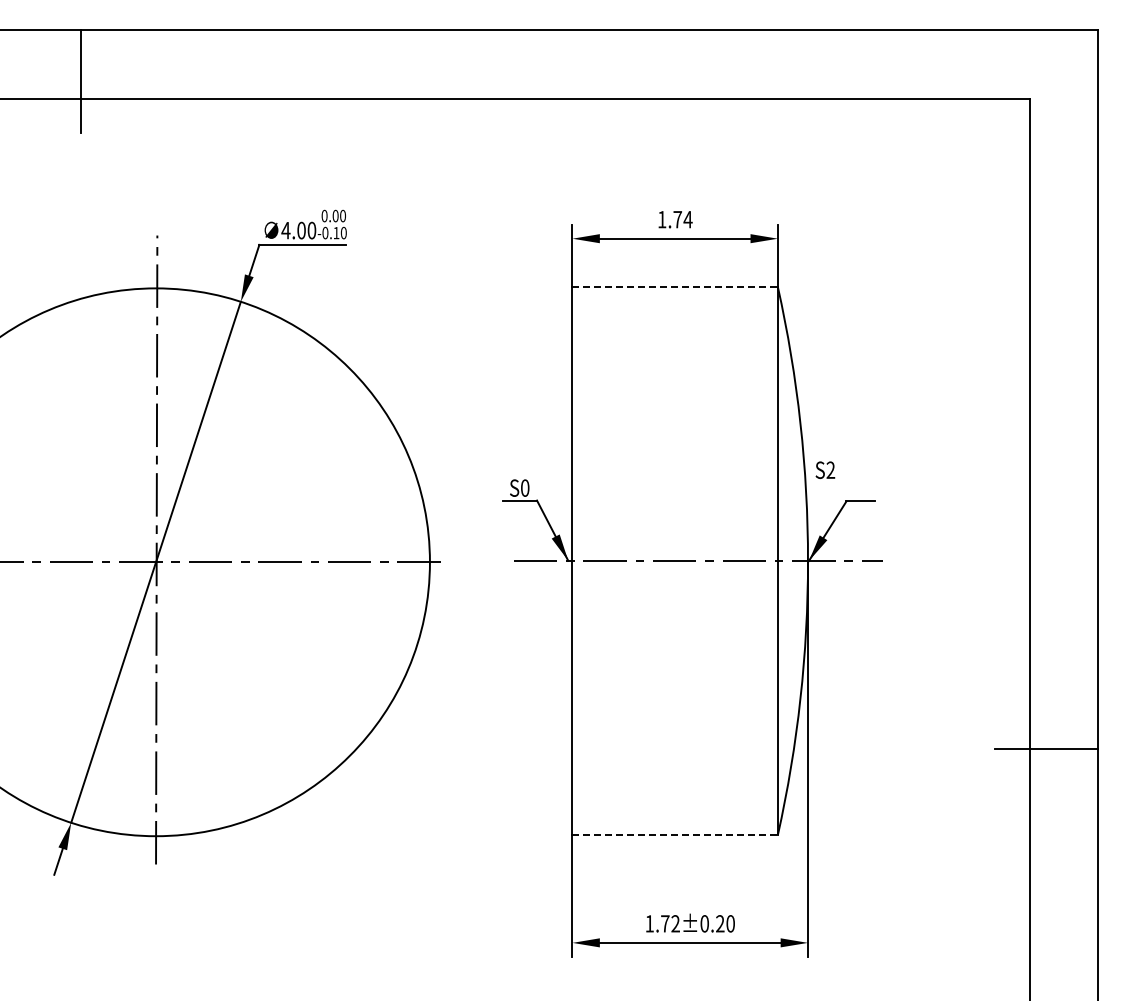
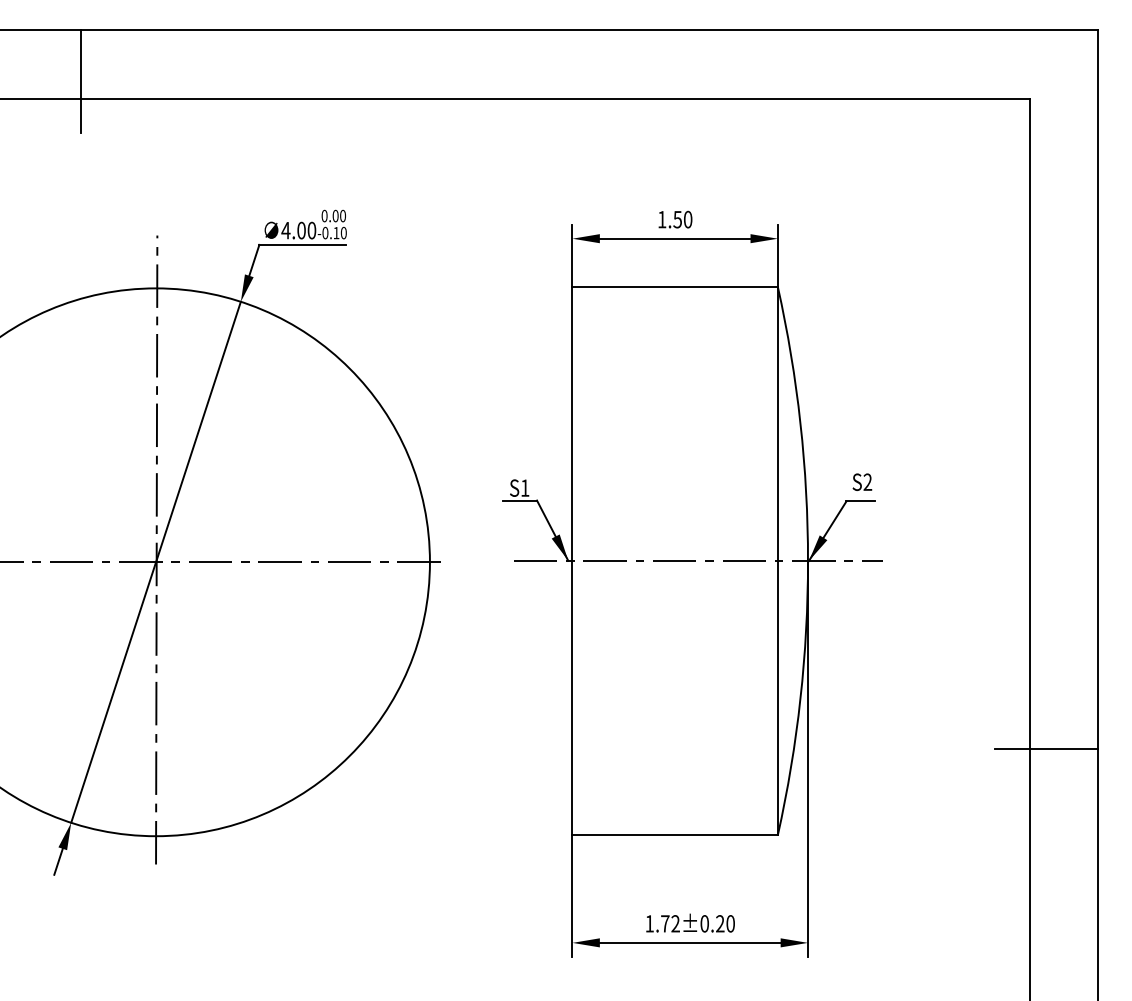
text at (682, 219): 1.74 -> 1.50
line at (675, 287): dashed -> solid
text at (825, 469) position: (825, 469) -> (862, 481)
text at (525, 487): S0 -> S1
line at (675, 834): dashed -> solid
